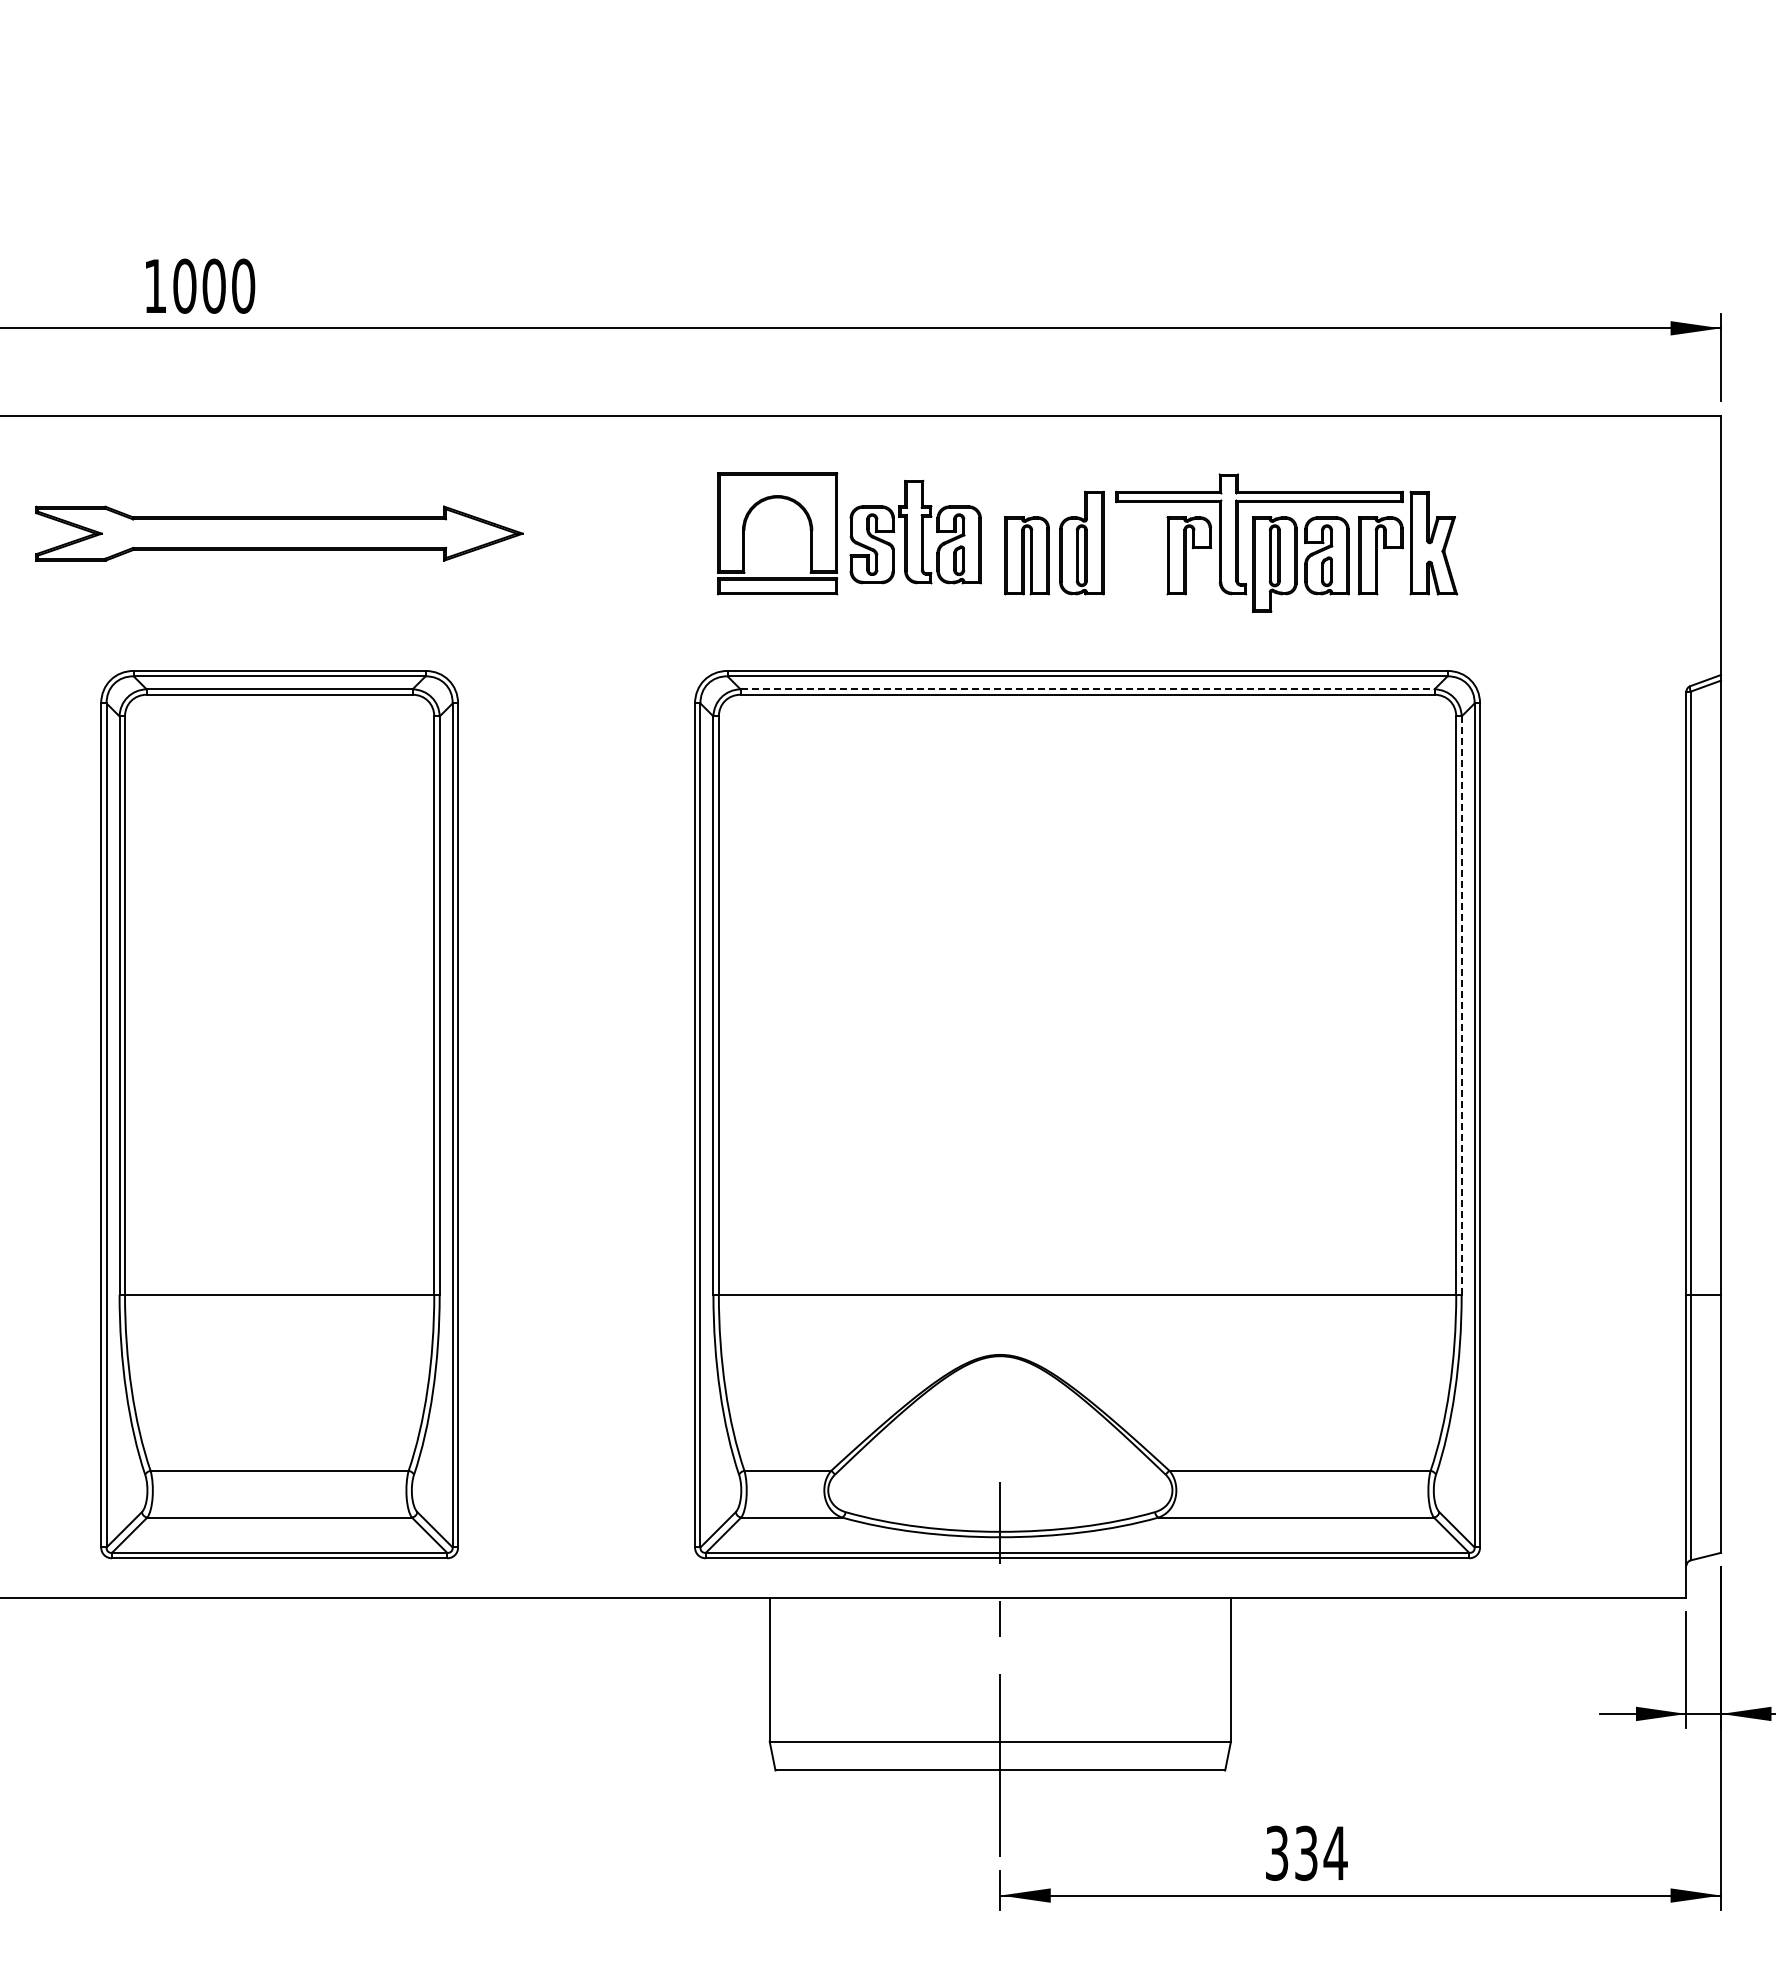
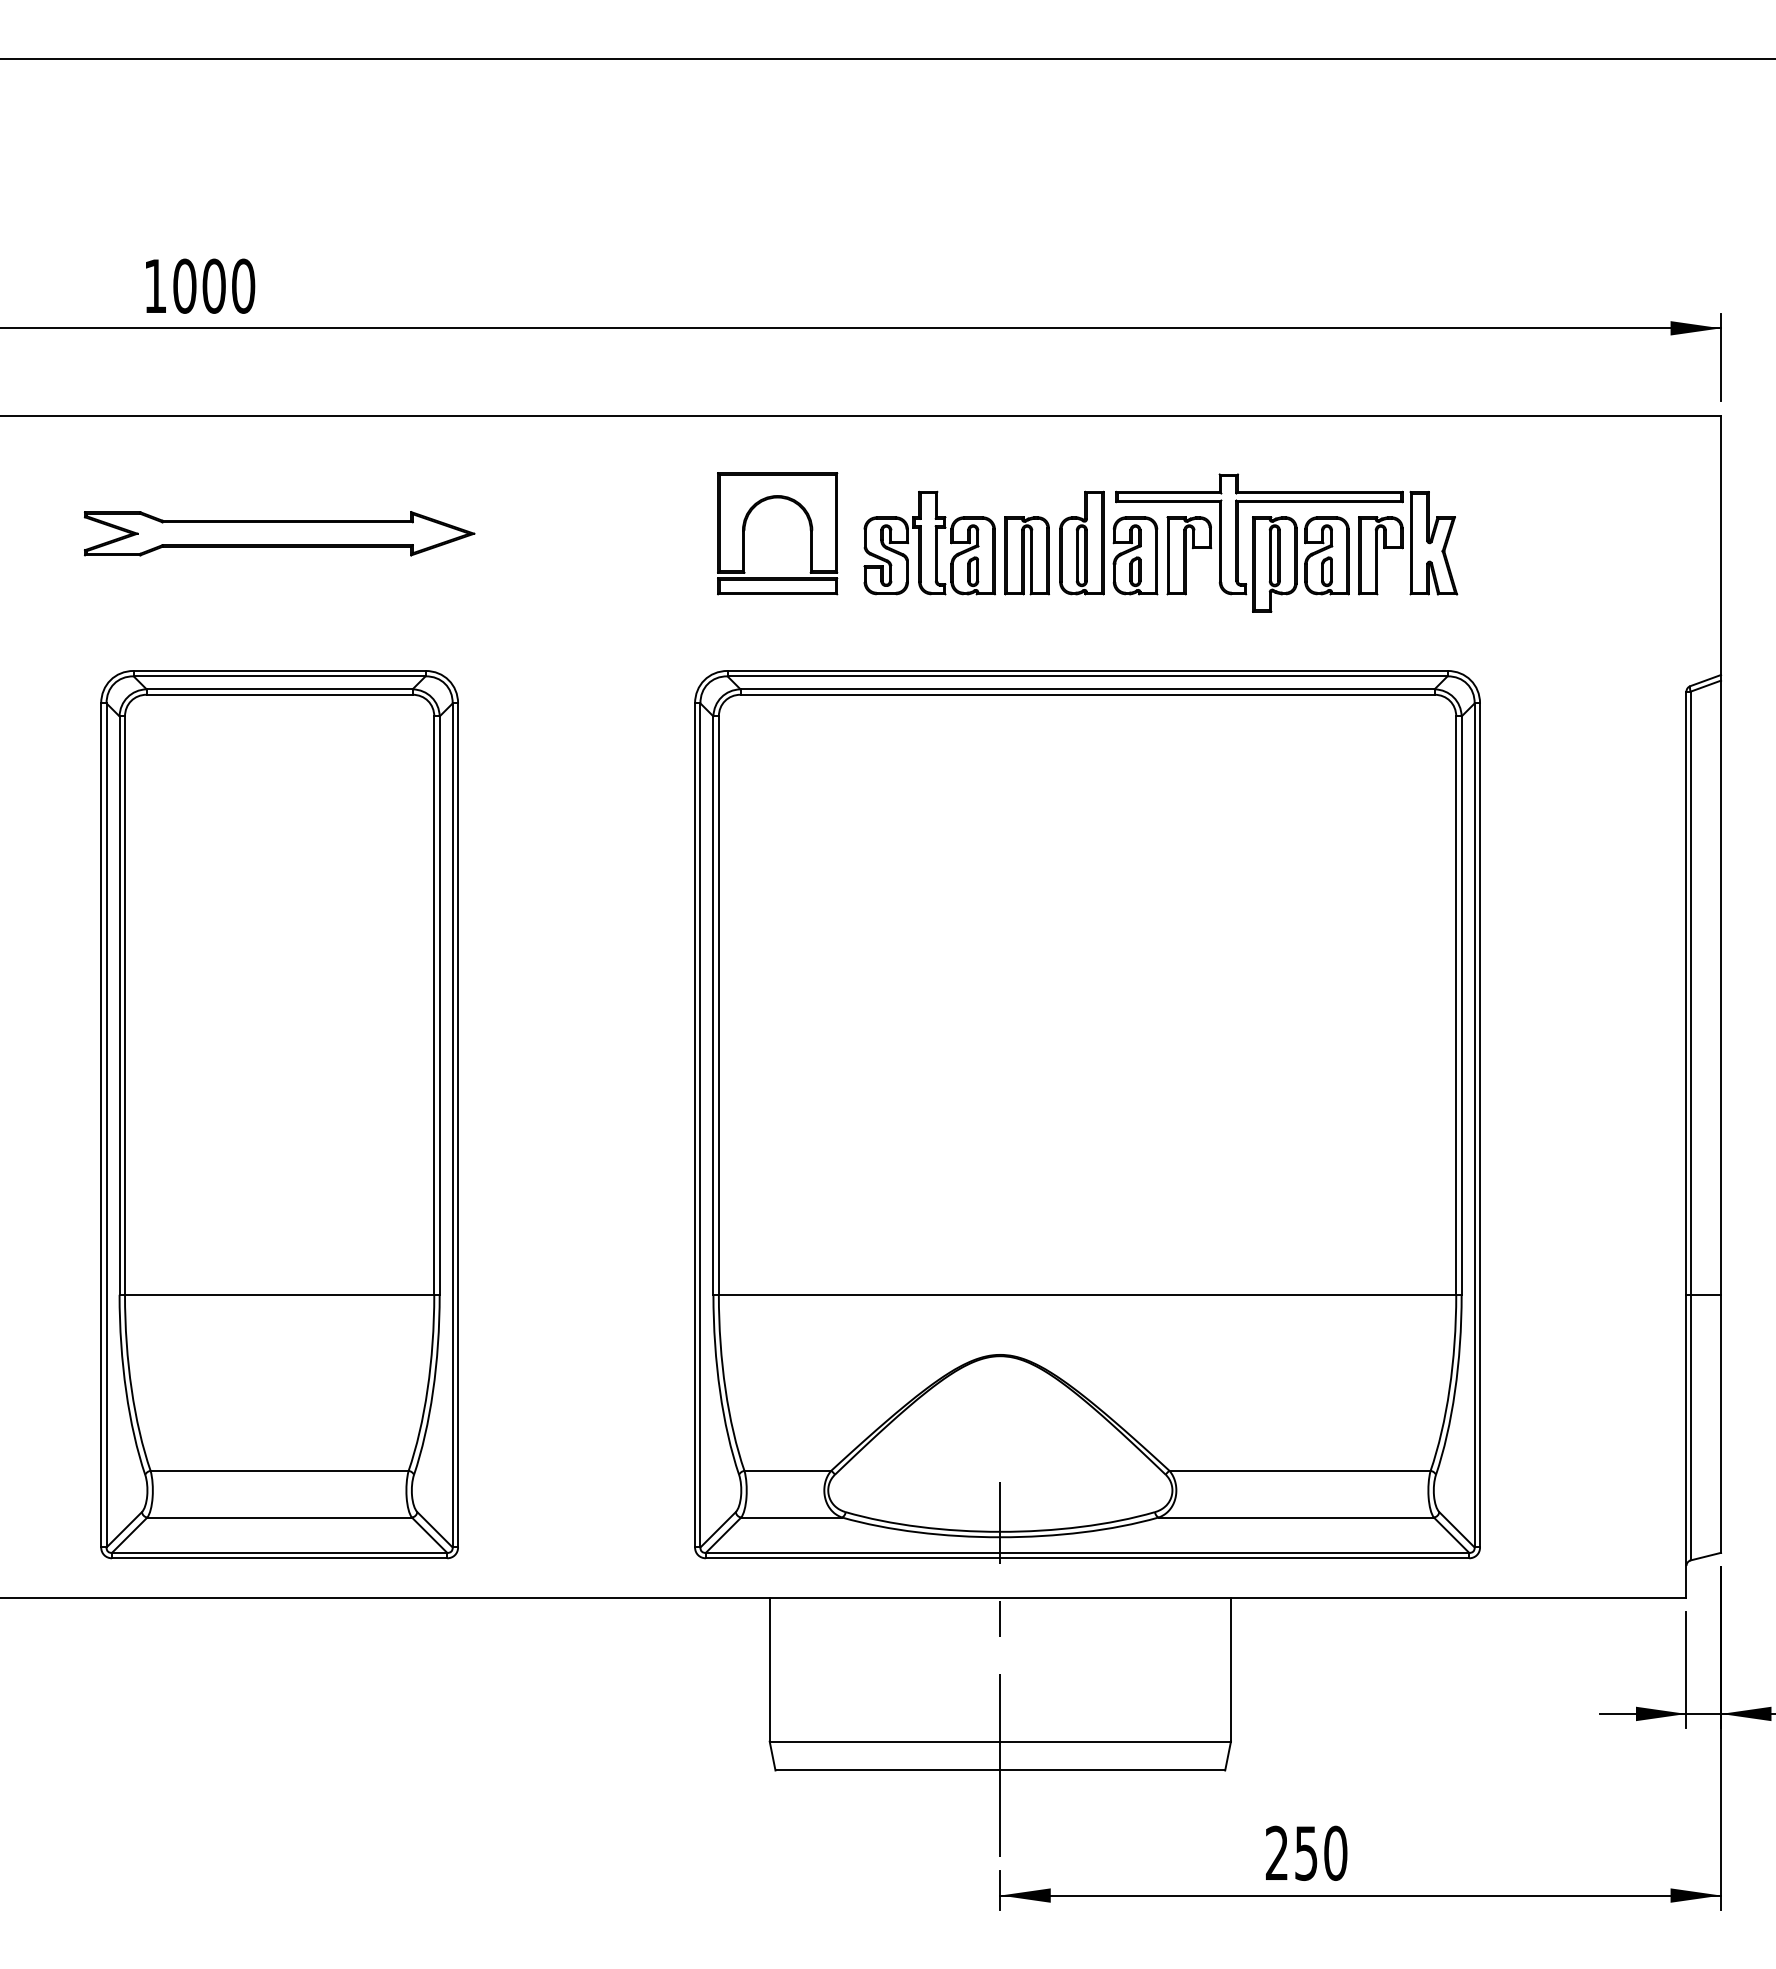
line at (887, 59): none -> present
part at (915, 531) position: (915, 531) -> (929, 542)
part at (279, 533) size: 489x57 px -> 392x46 px
part at (1135, 555): none -> present
line at (1088, 689): dashed -> solid
line at (1461, 1006): dashed -> solid
text at (1306, 1852): 334 -> 250
